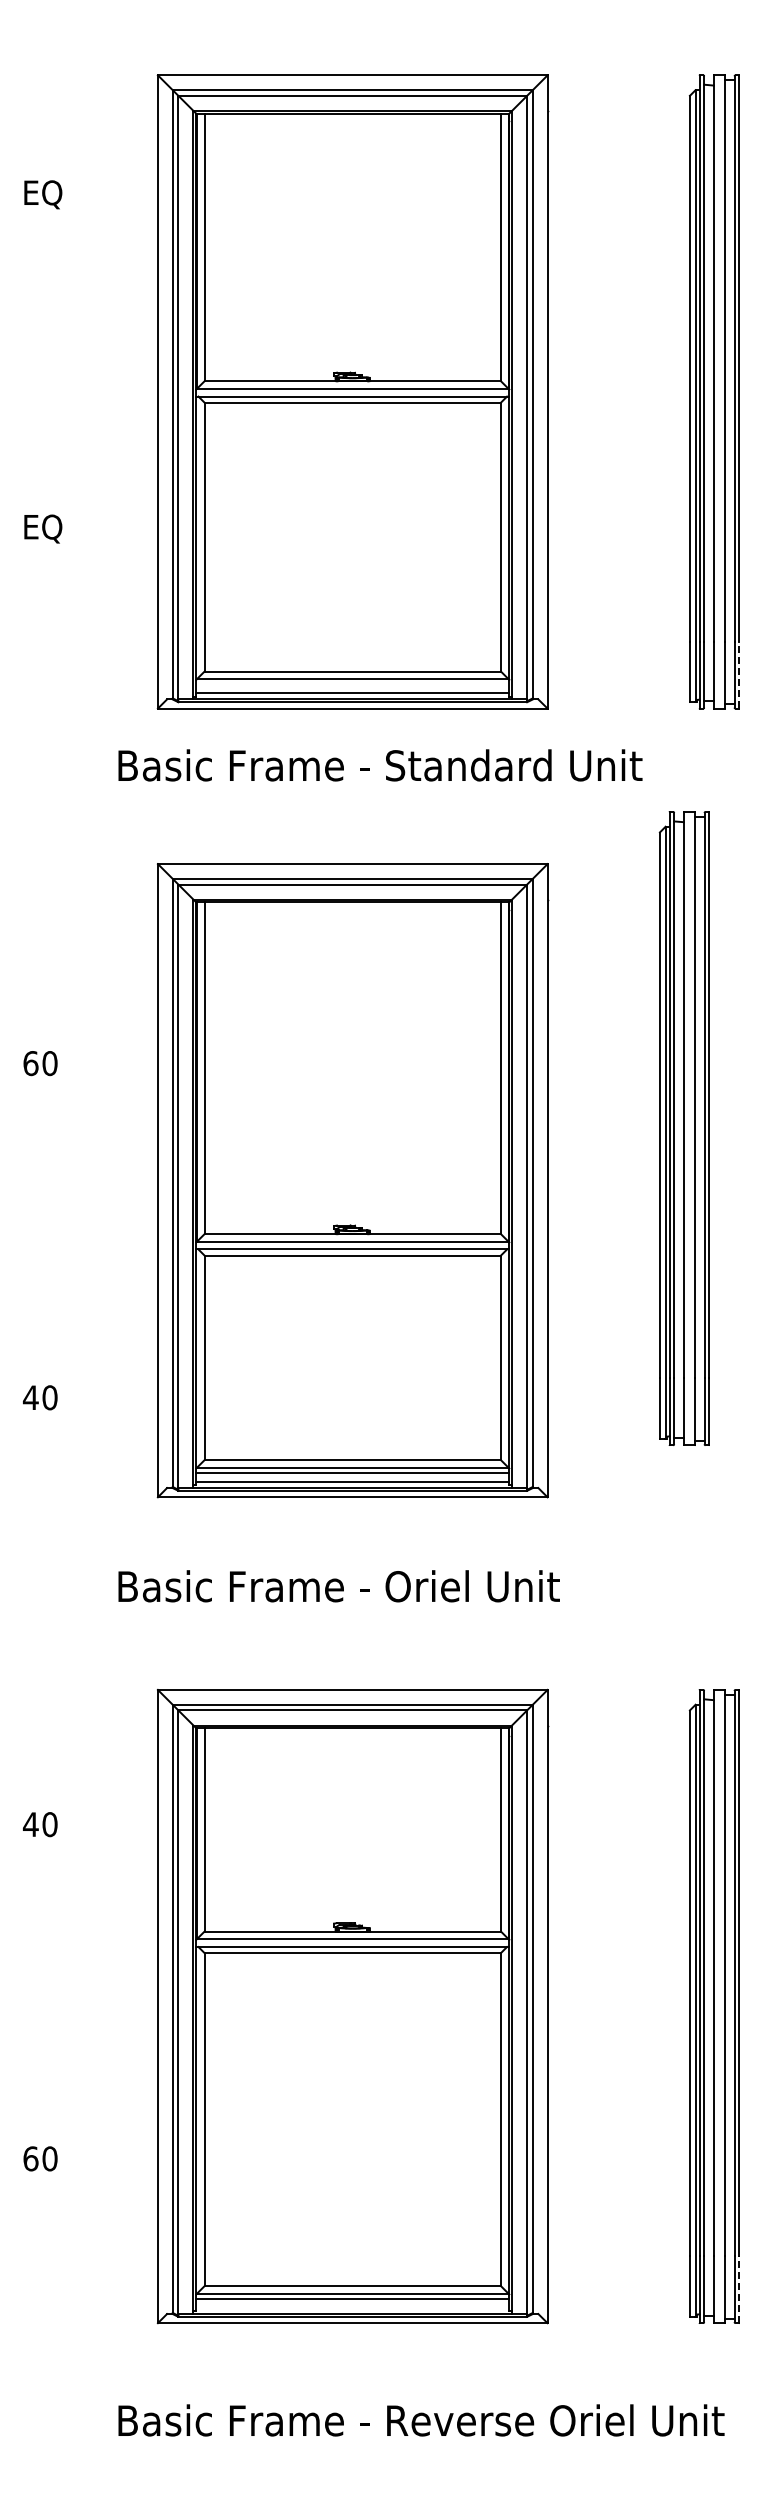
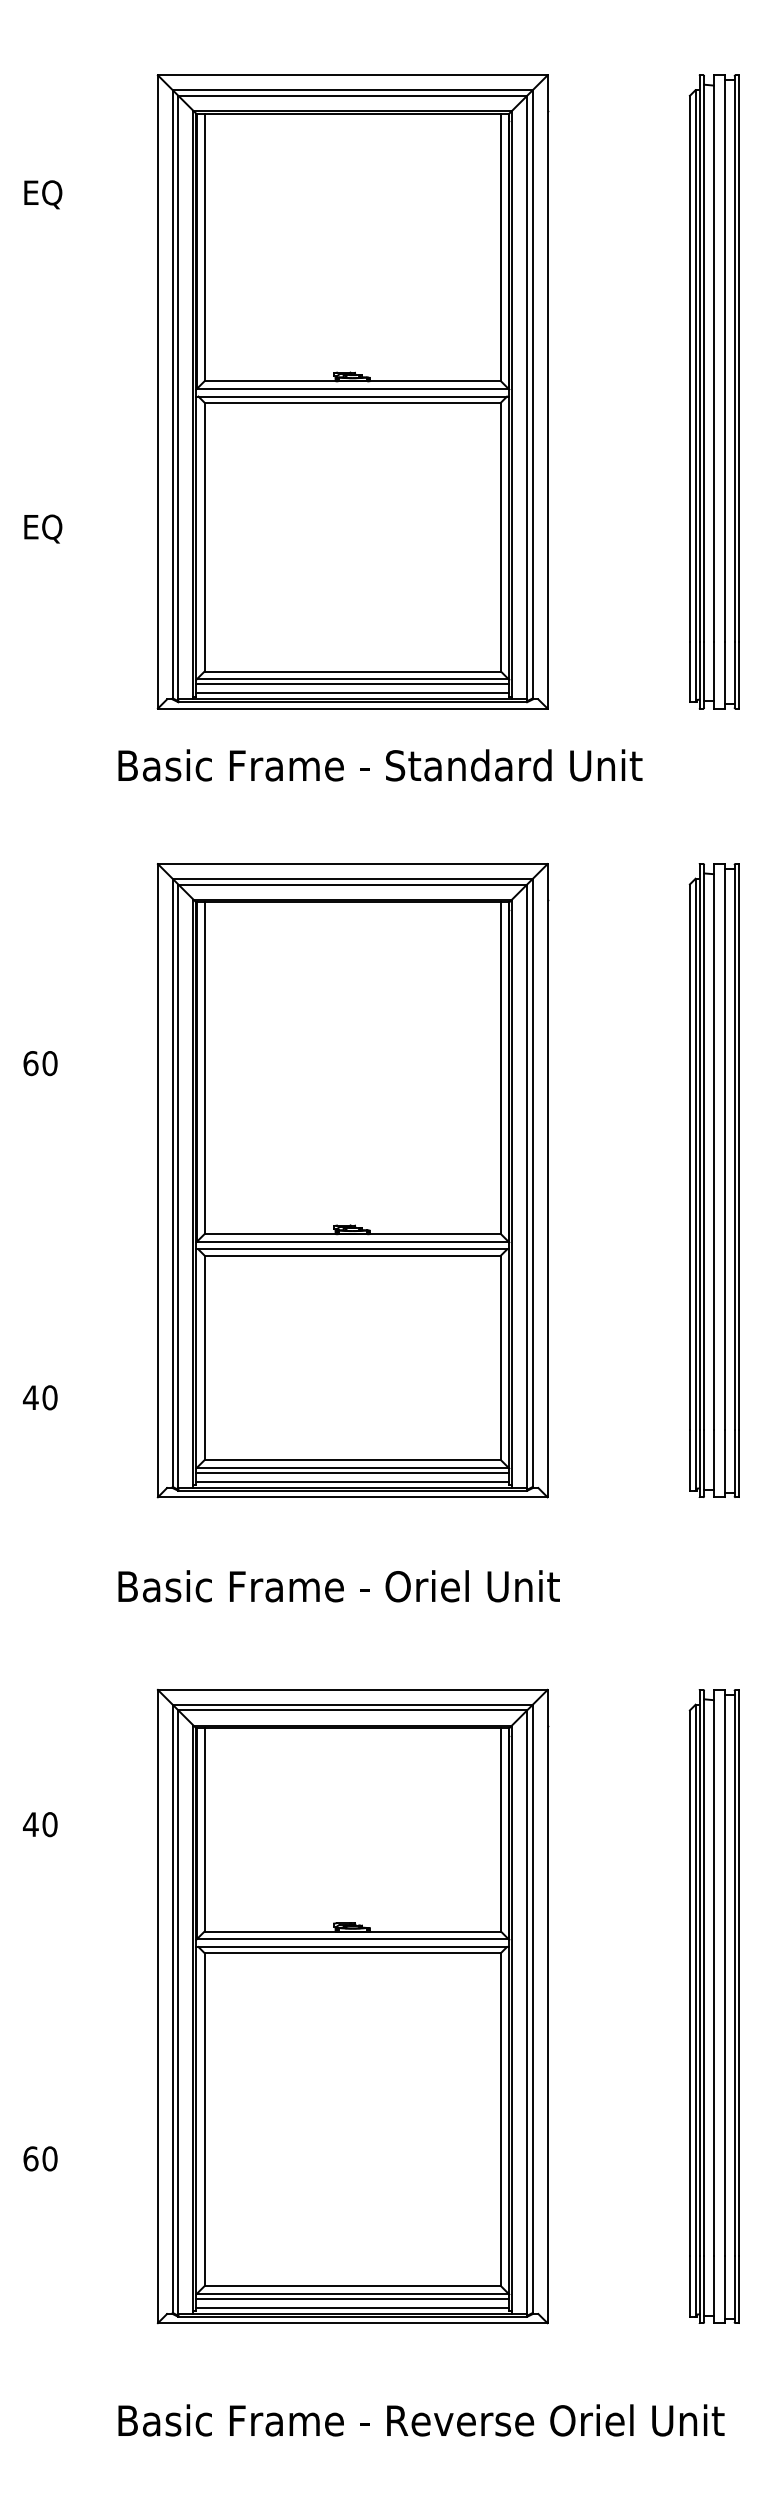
line at (739, 674): dashed -> solid
line at (352, 684): none -> present
part at (683, 1128) position: (683, 1128) -> (713, 1180)
line at (739, 2289): dashed -> solid
line at (352, 2307): none -> present
